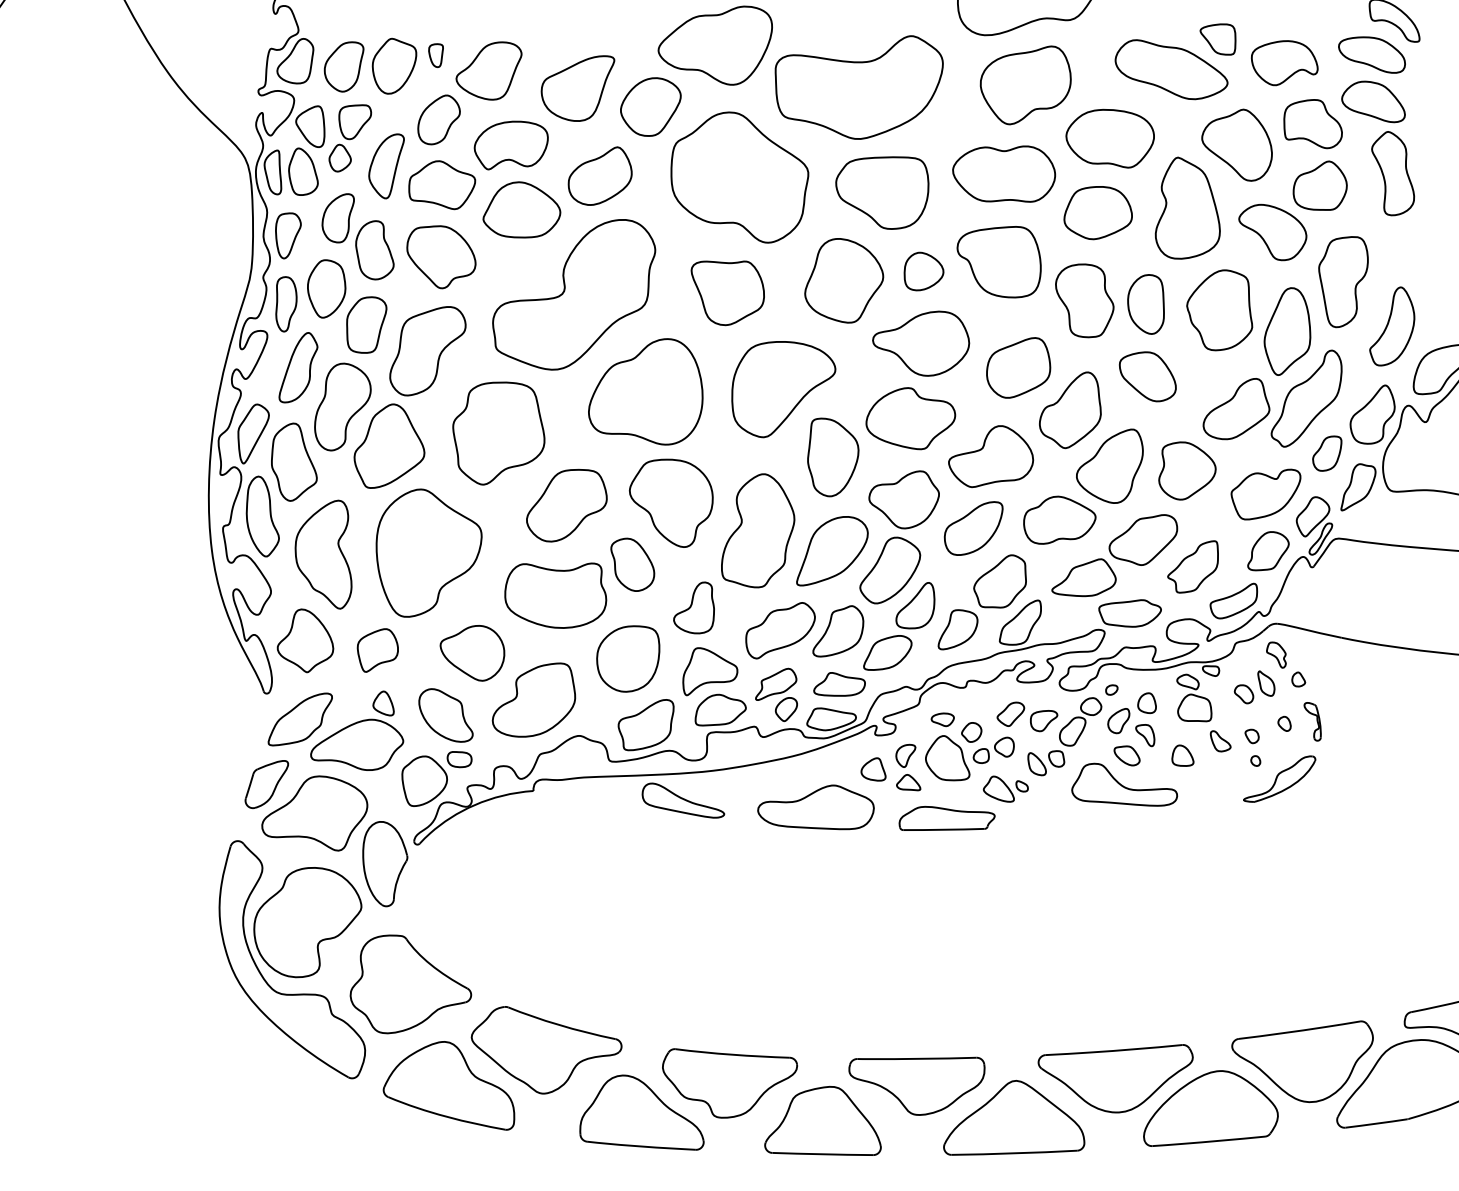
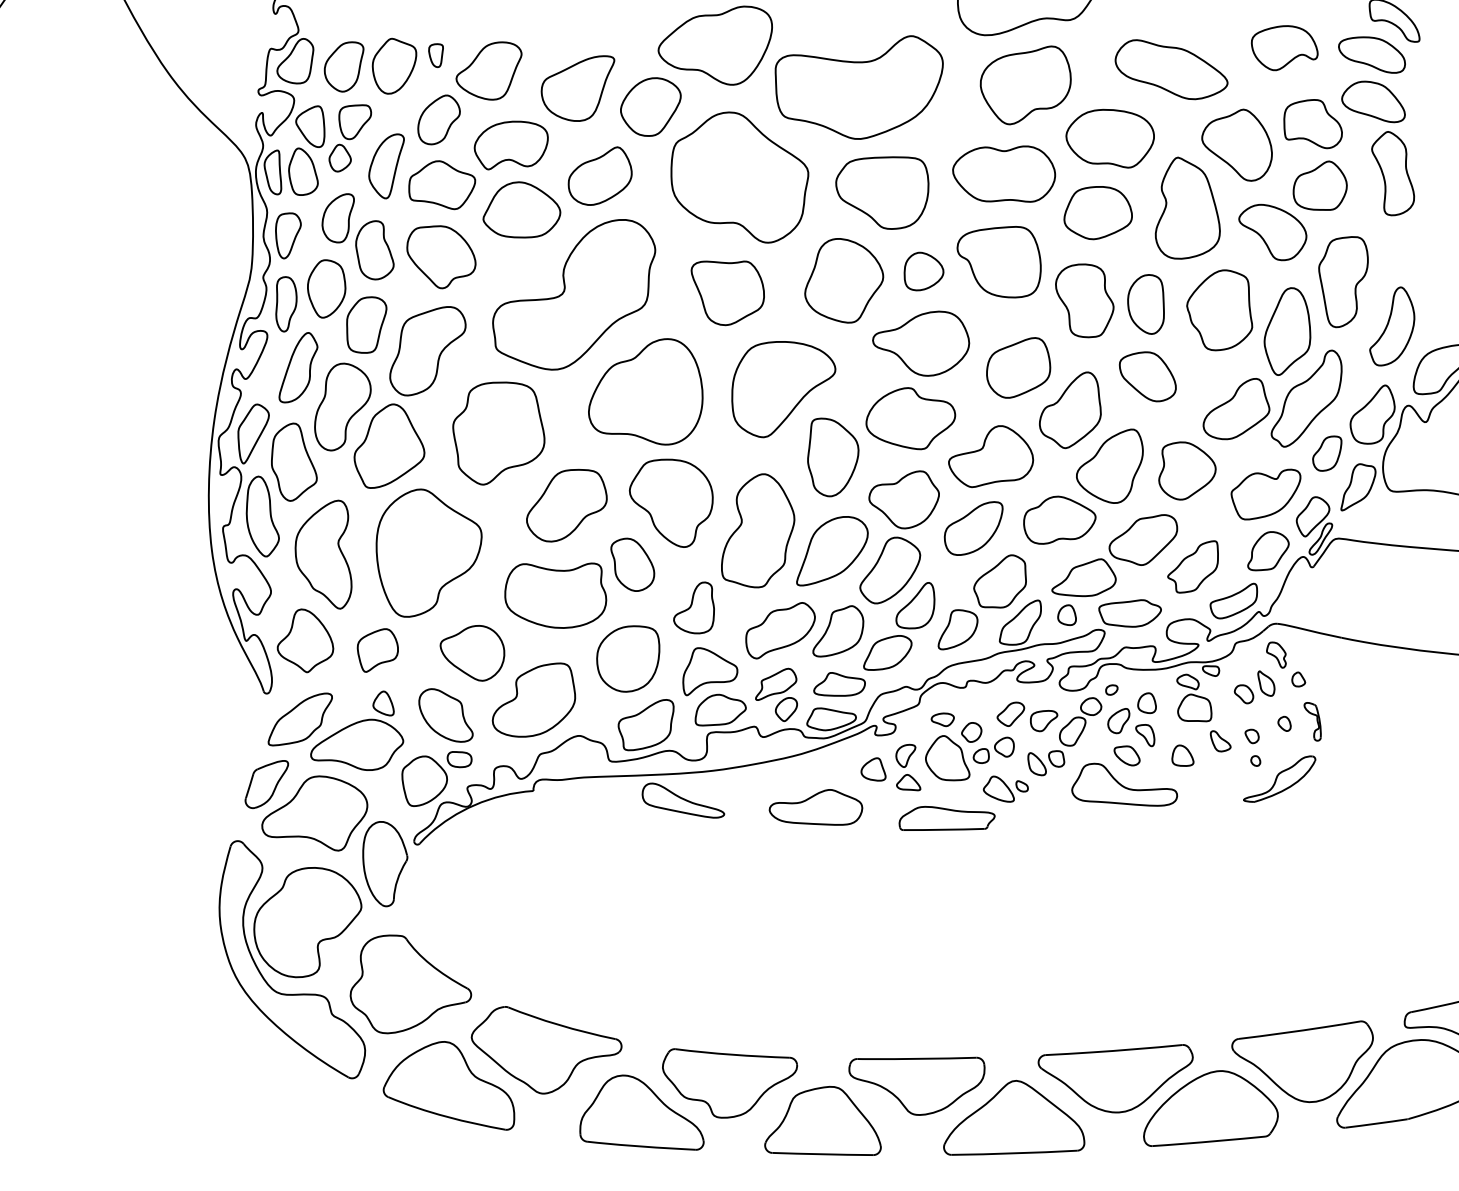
part at (1217, 39): present -> none
part at (1284, 63) position: (1284, 63) -> (1284, 48)
part at (1066, 615): none -> present
part at (815, 807) size: 118x47 px -> 96x37 px
